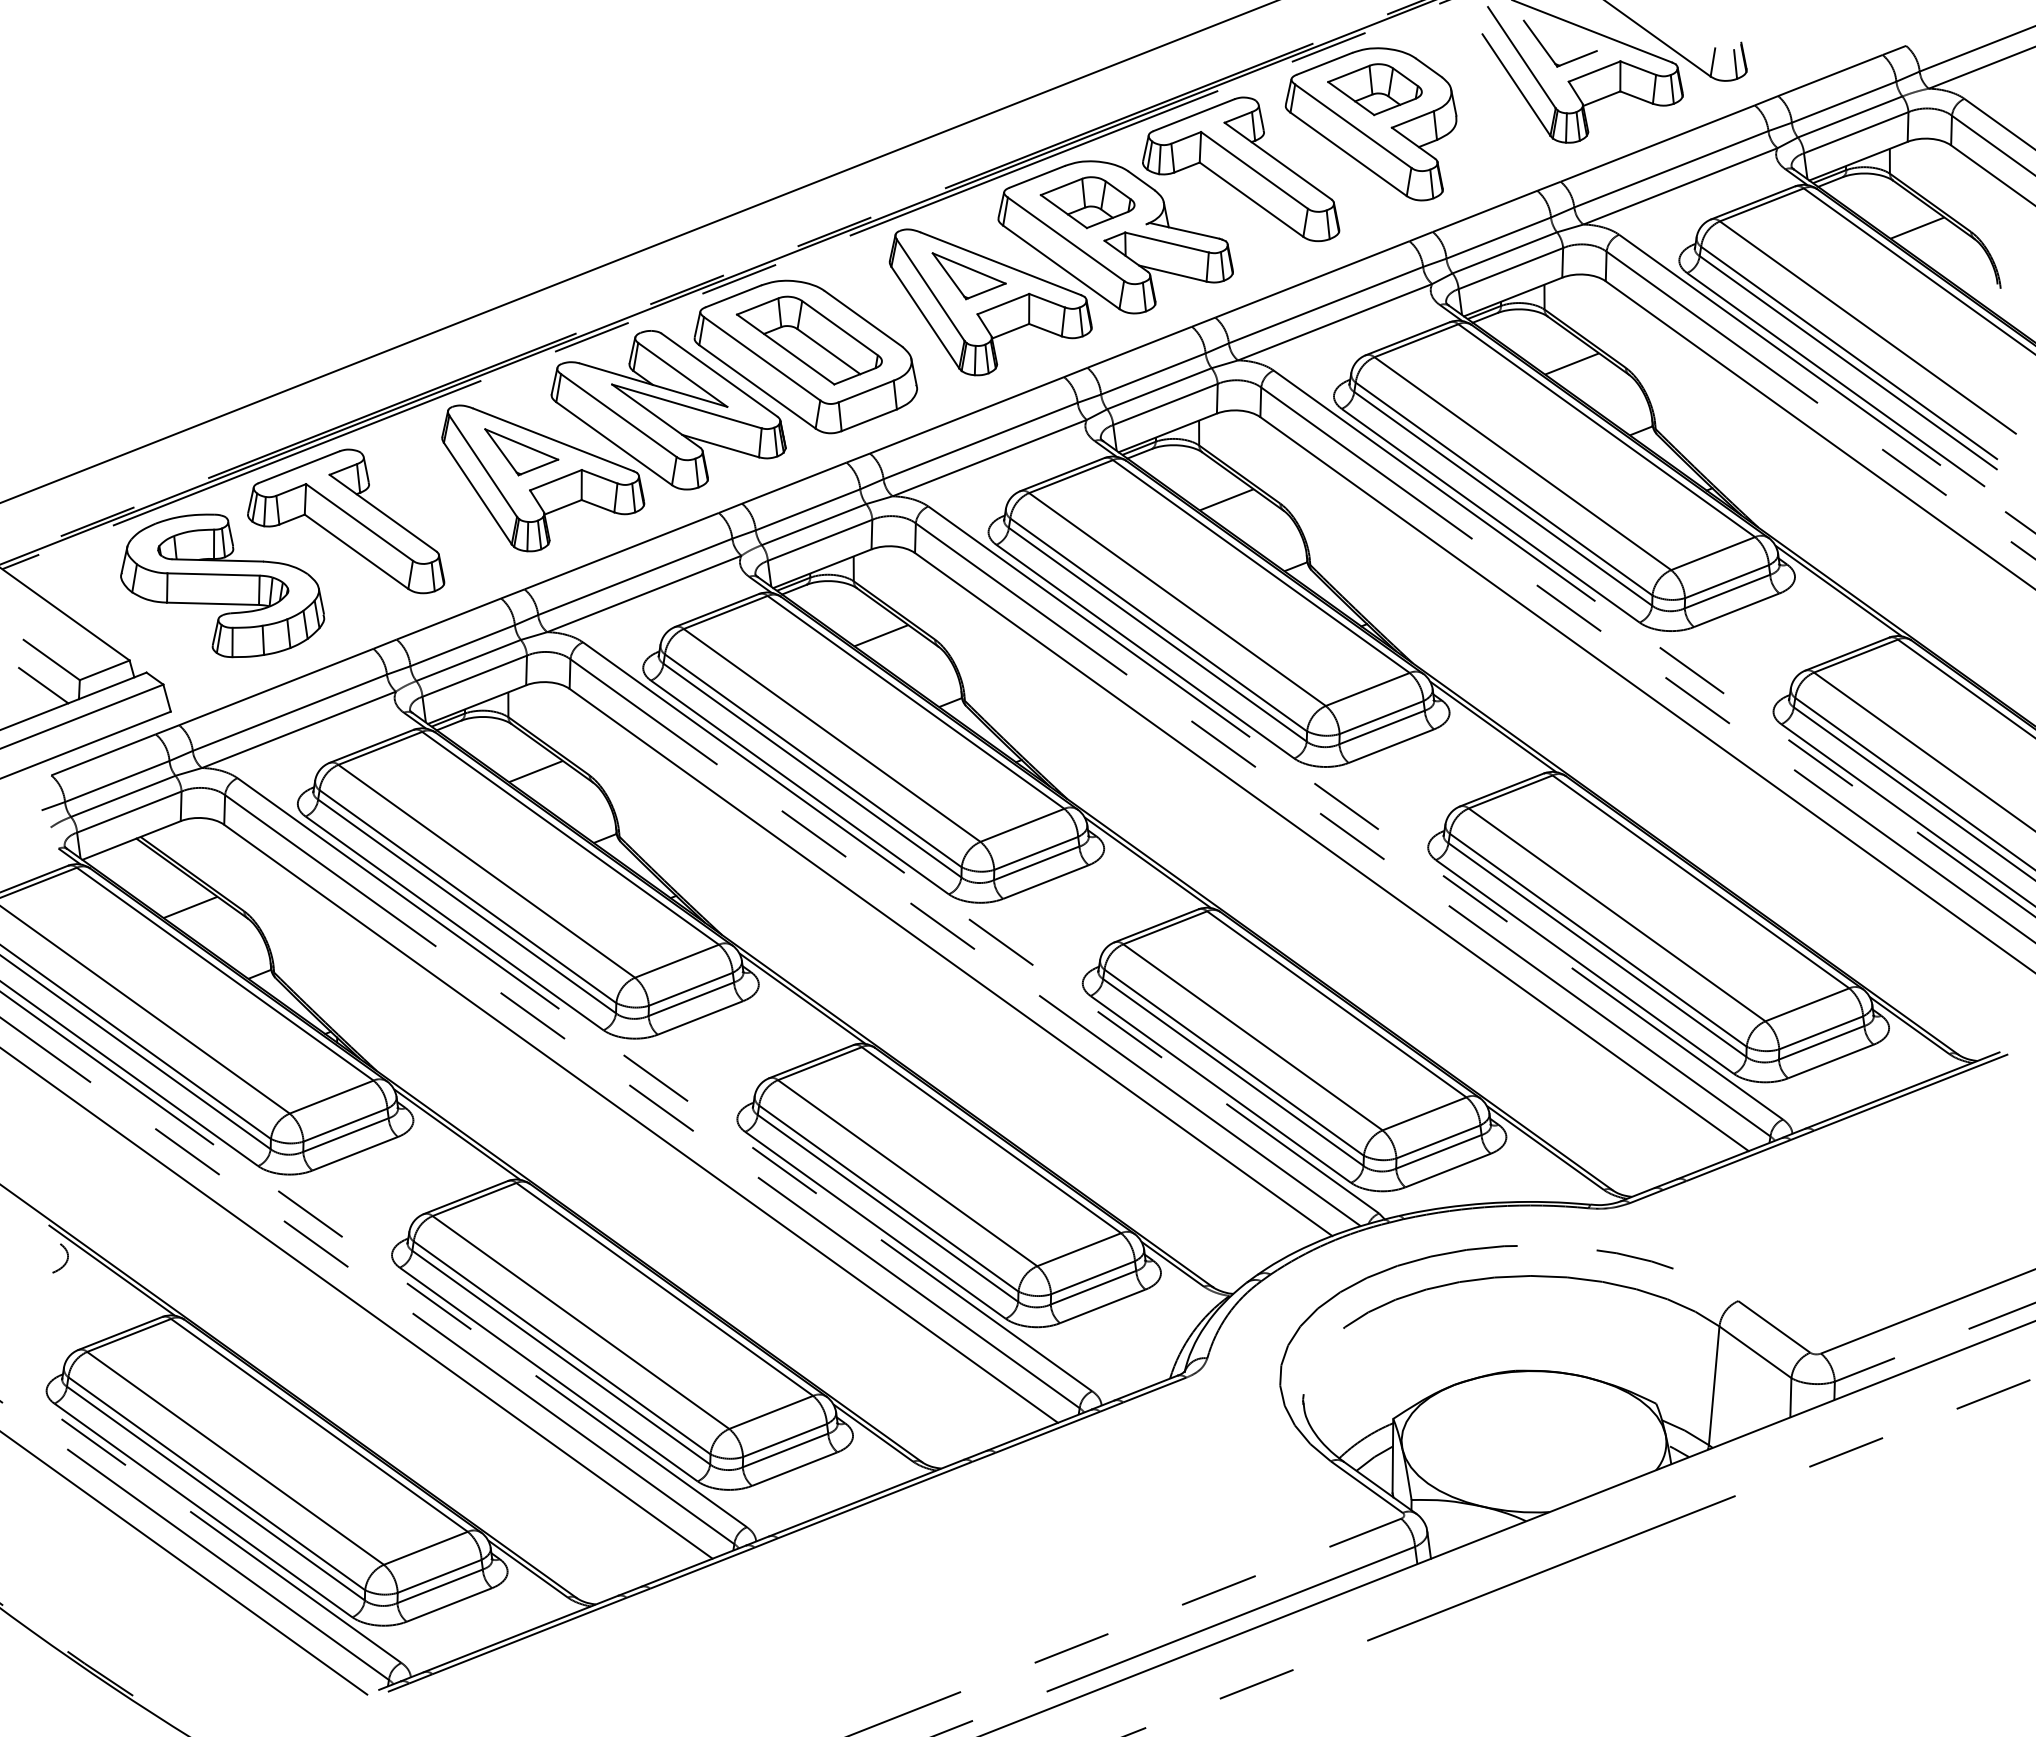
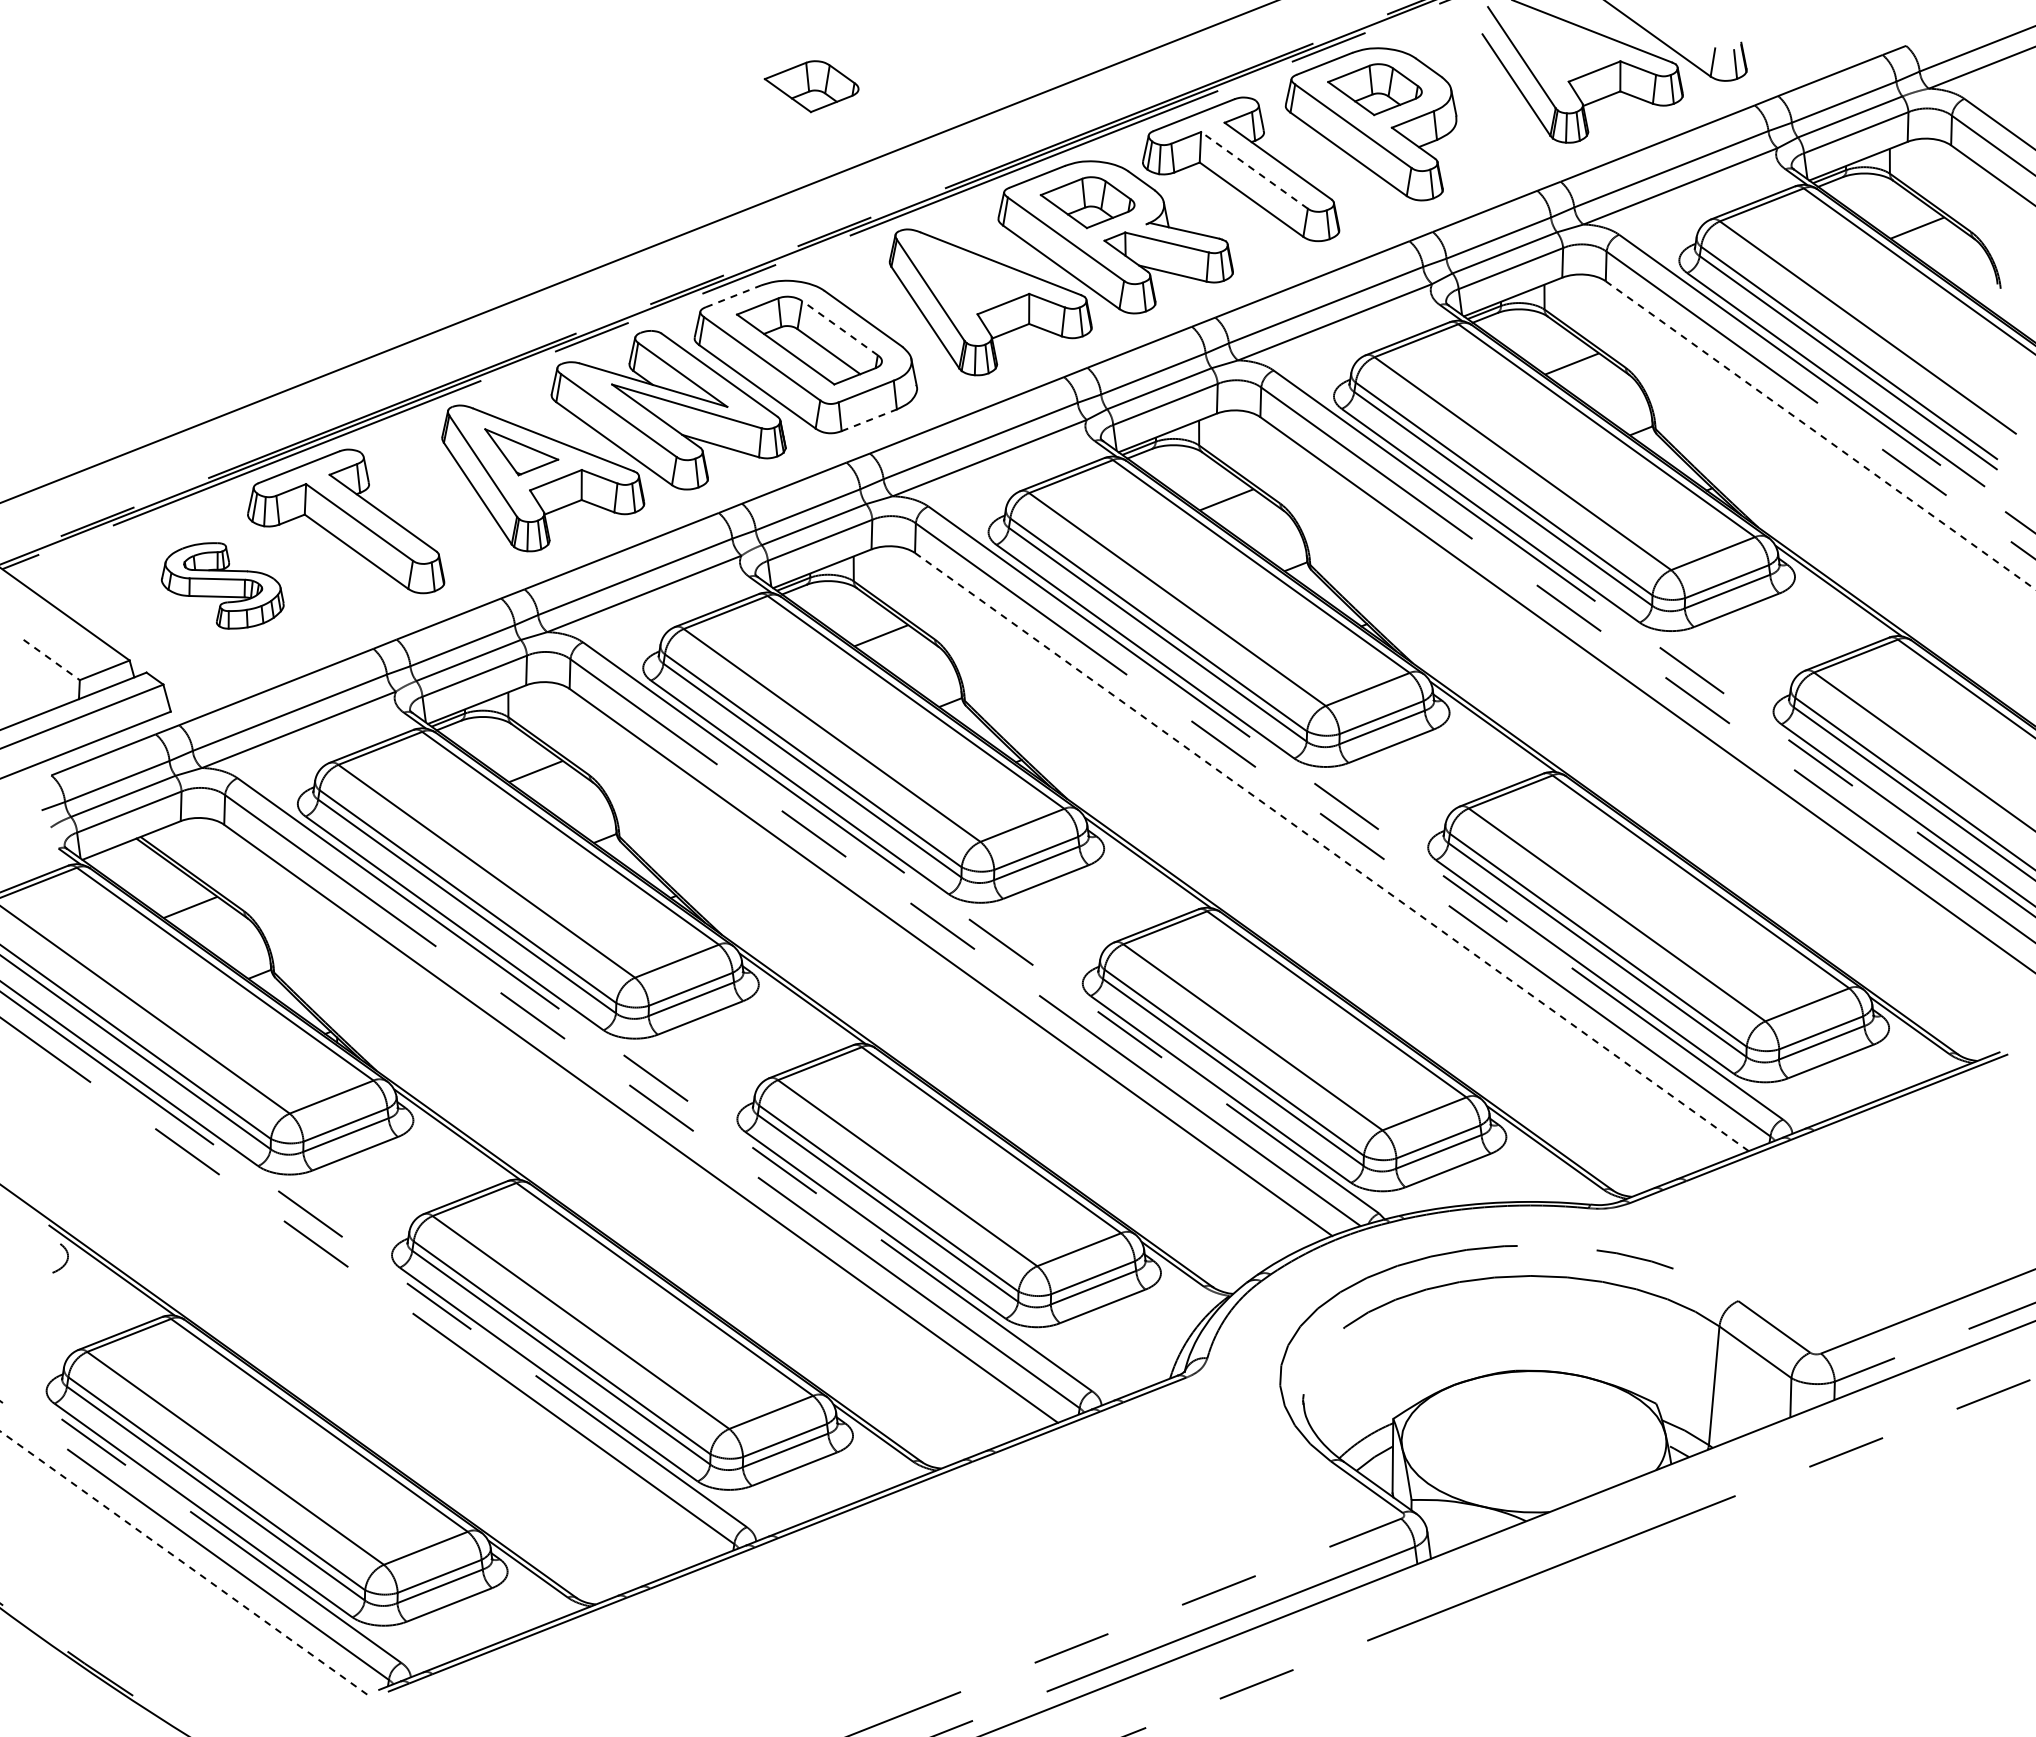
part at (1548, 52): present -> none
part at (811, 86): none -> present
line at (1254, 170): solid -> dashed
part at (968, 276): present -> none
line at (733, 296): solid -> dashed
line at (840, 328): solid -> dashed
line at (869, 420): solid -> dashed
line at (1820, 435): solid -> dashed
part at (222, 585) size: 206x146 px -> 124x88 px
line at (51, 660): solid -> dashed
line at (43, 685): present -> none
line at (1331, 851): solid -> dashed
line at (357, 1303): present -> none
line at (183, 1563): solid -> dashed
